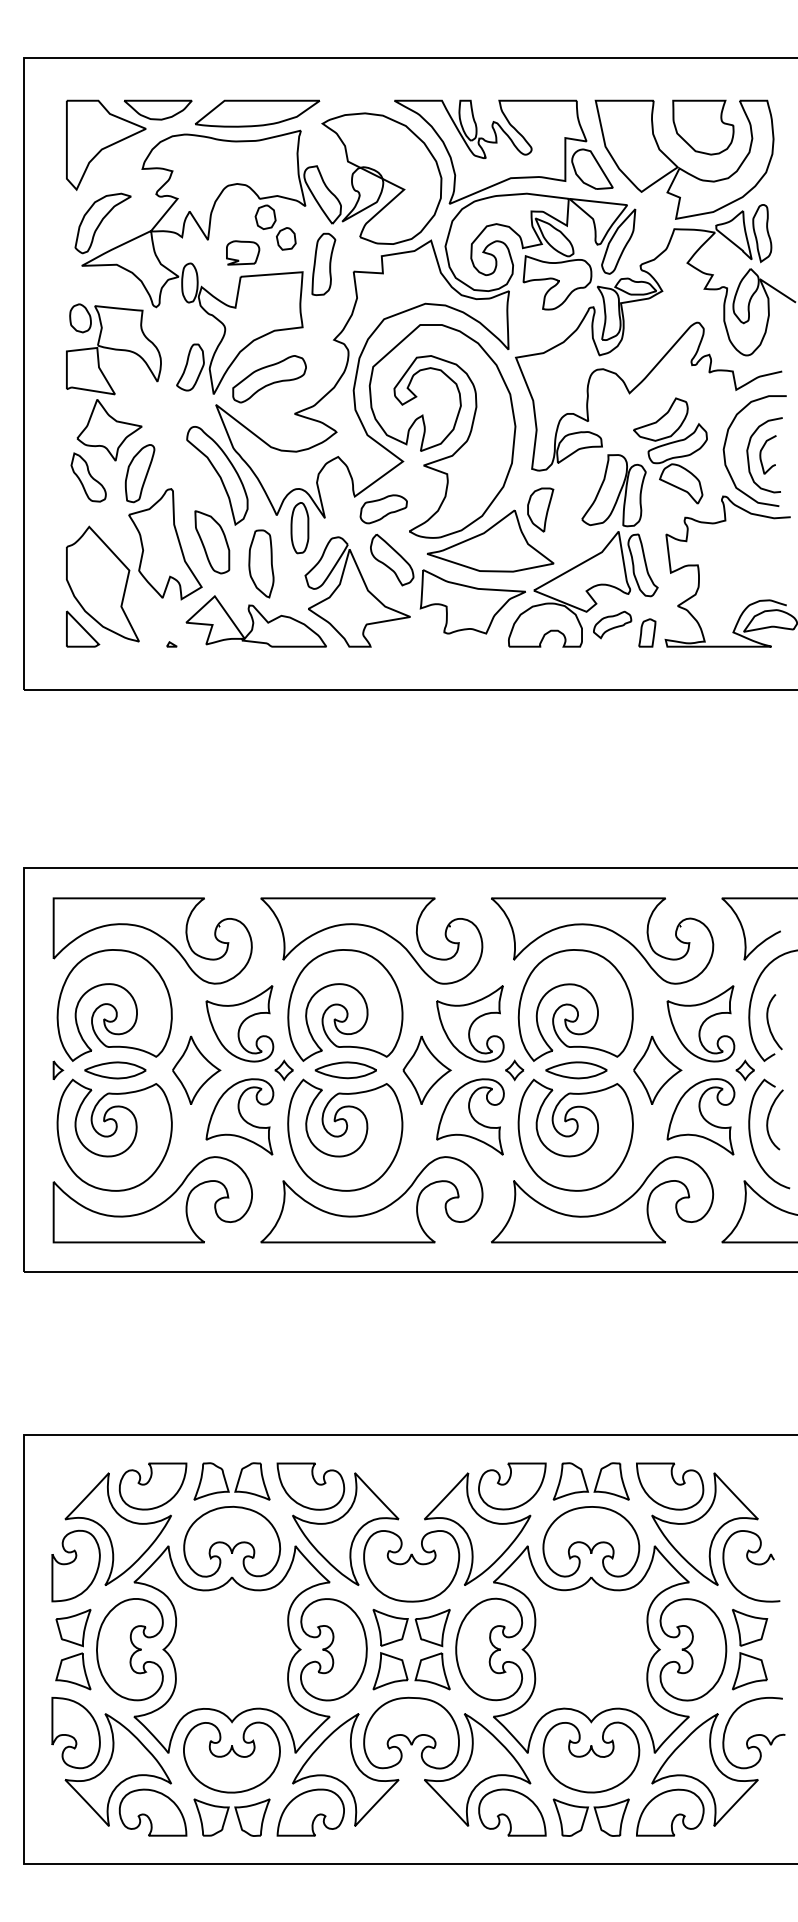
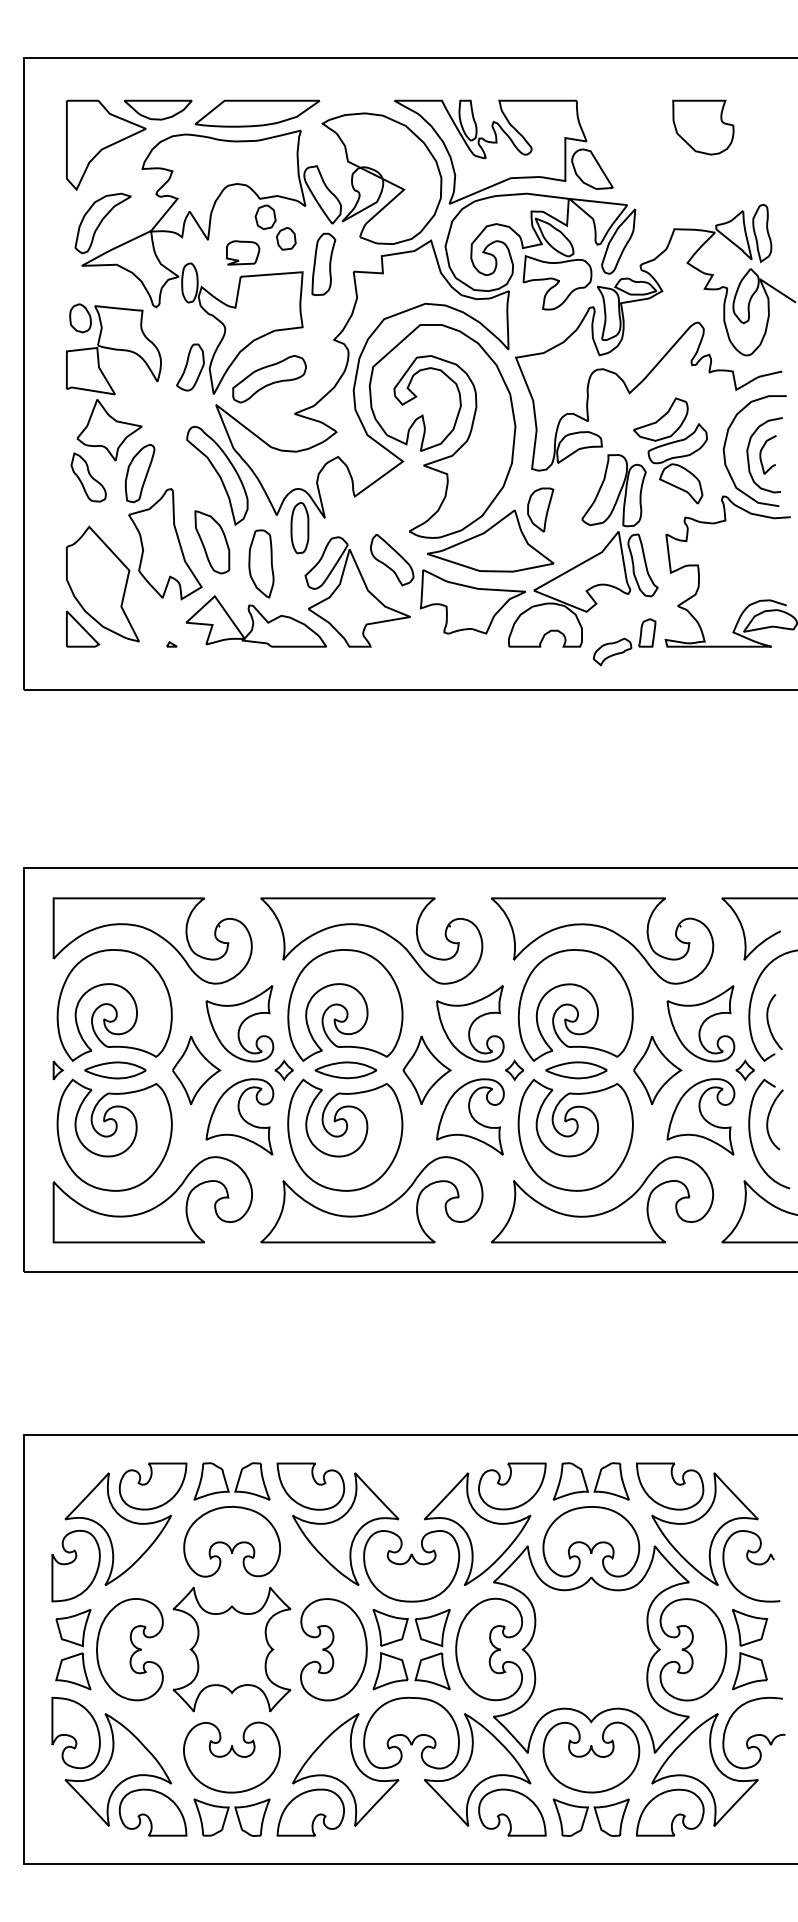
part at (680, 167): present -> none
part at (383, 509): present -> none
part at (612, 624) position: (612, 624) -> (612, 651)
part at (231, 1649) size: 198x209 px -> 120x126 px
